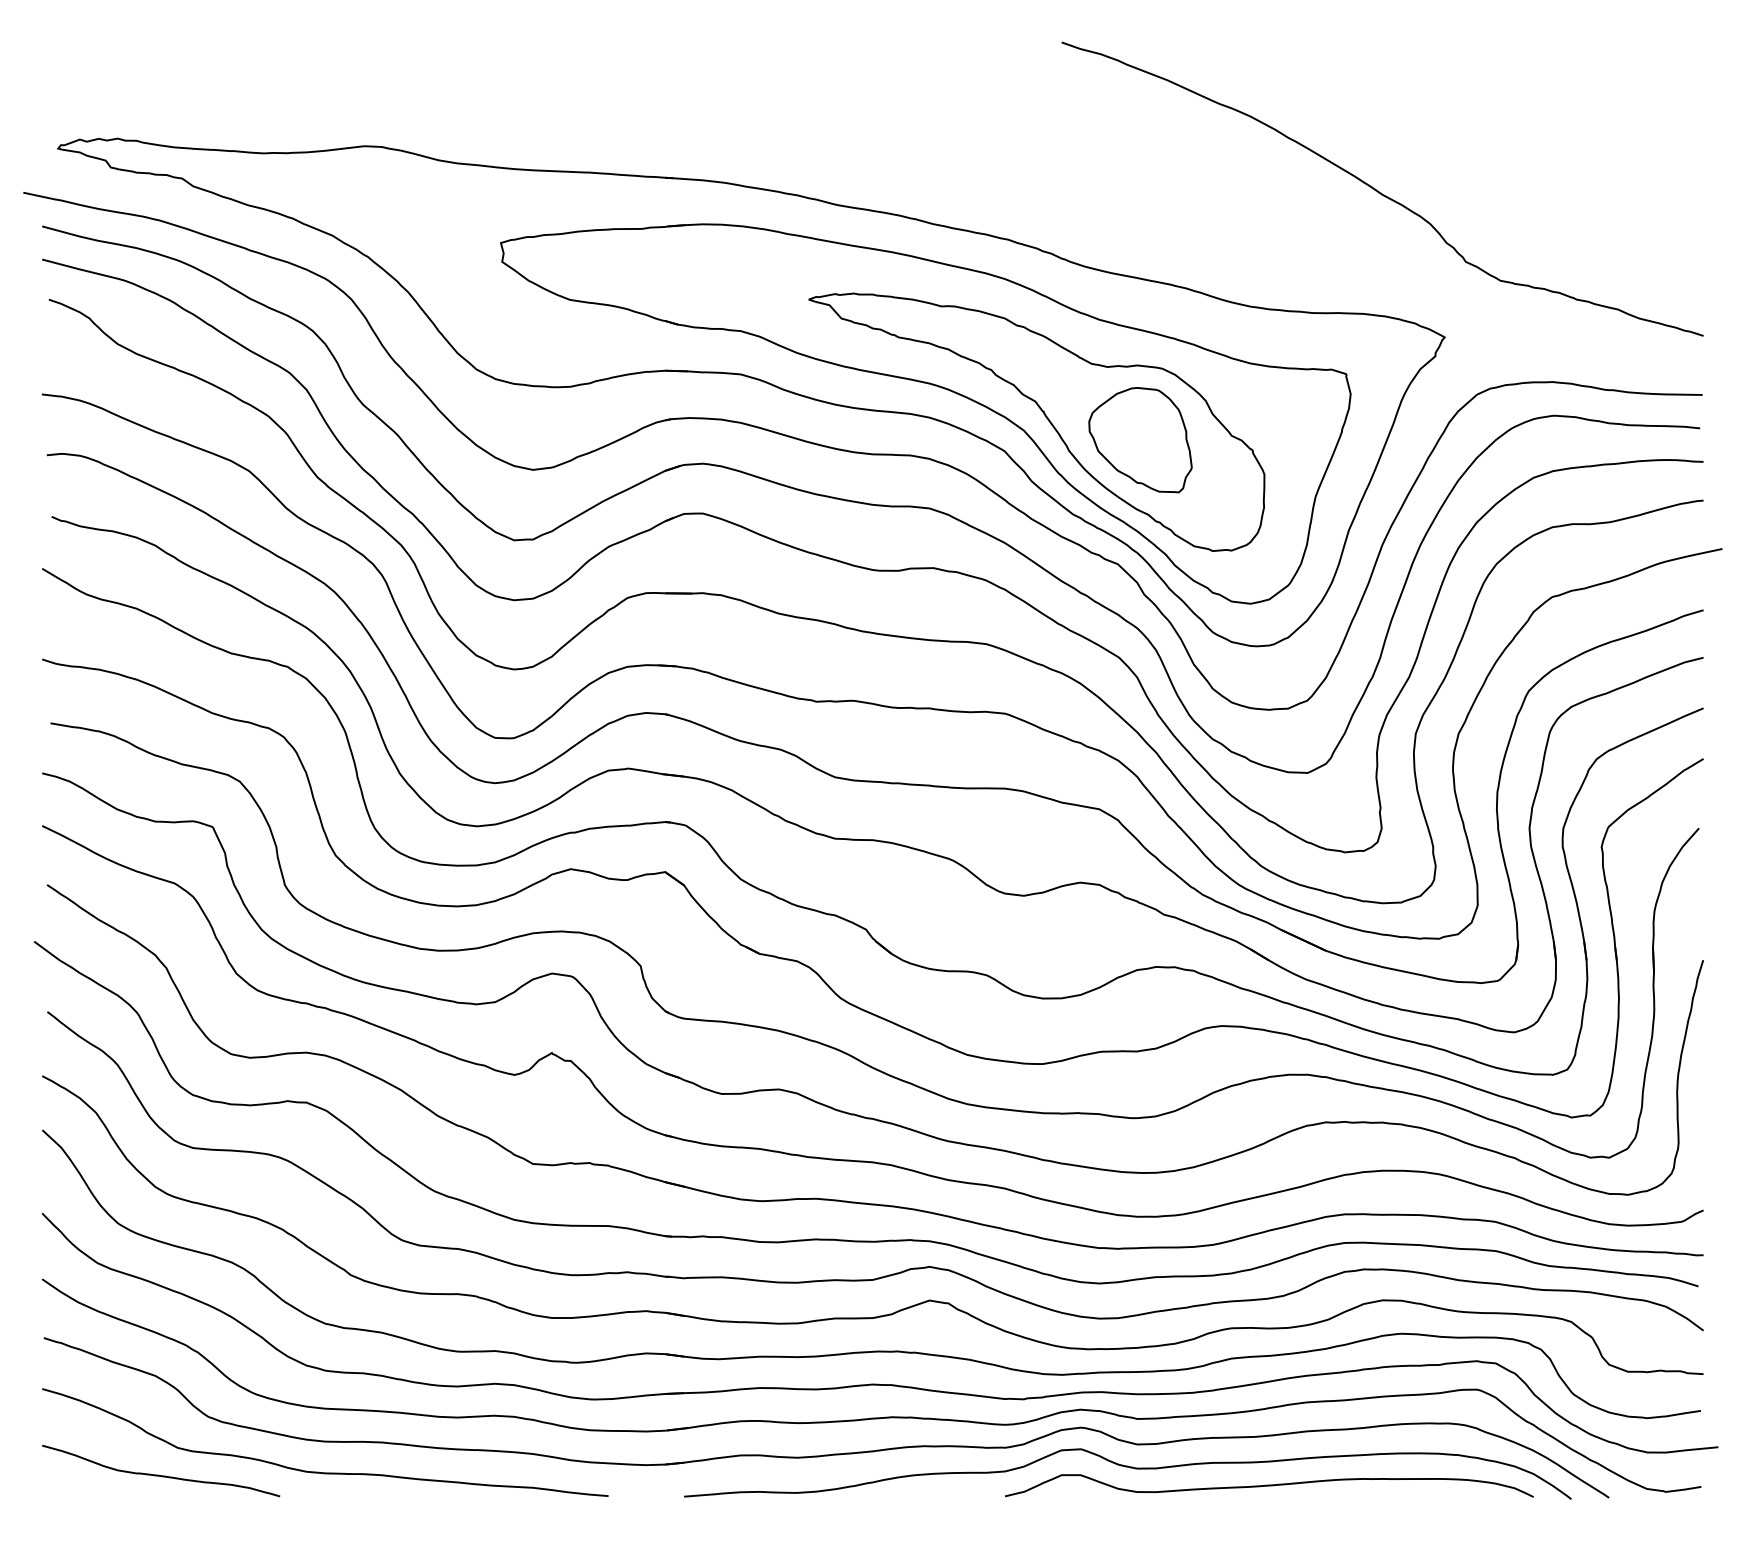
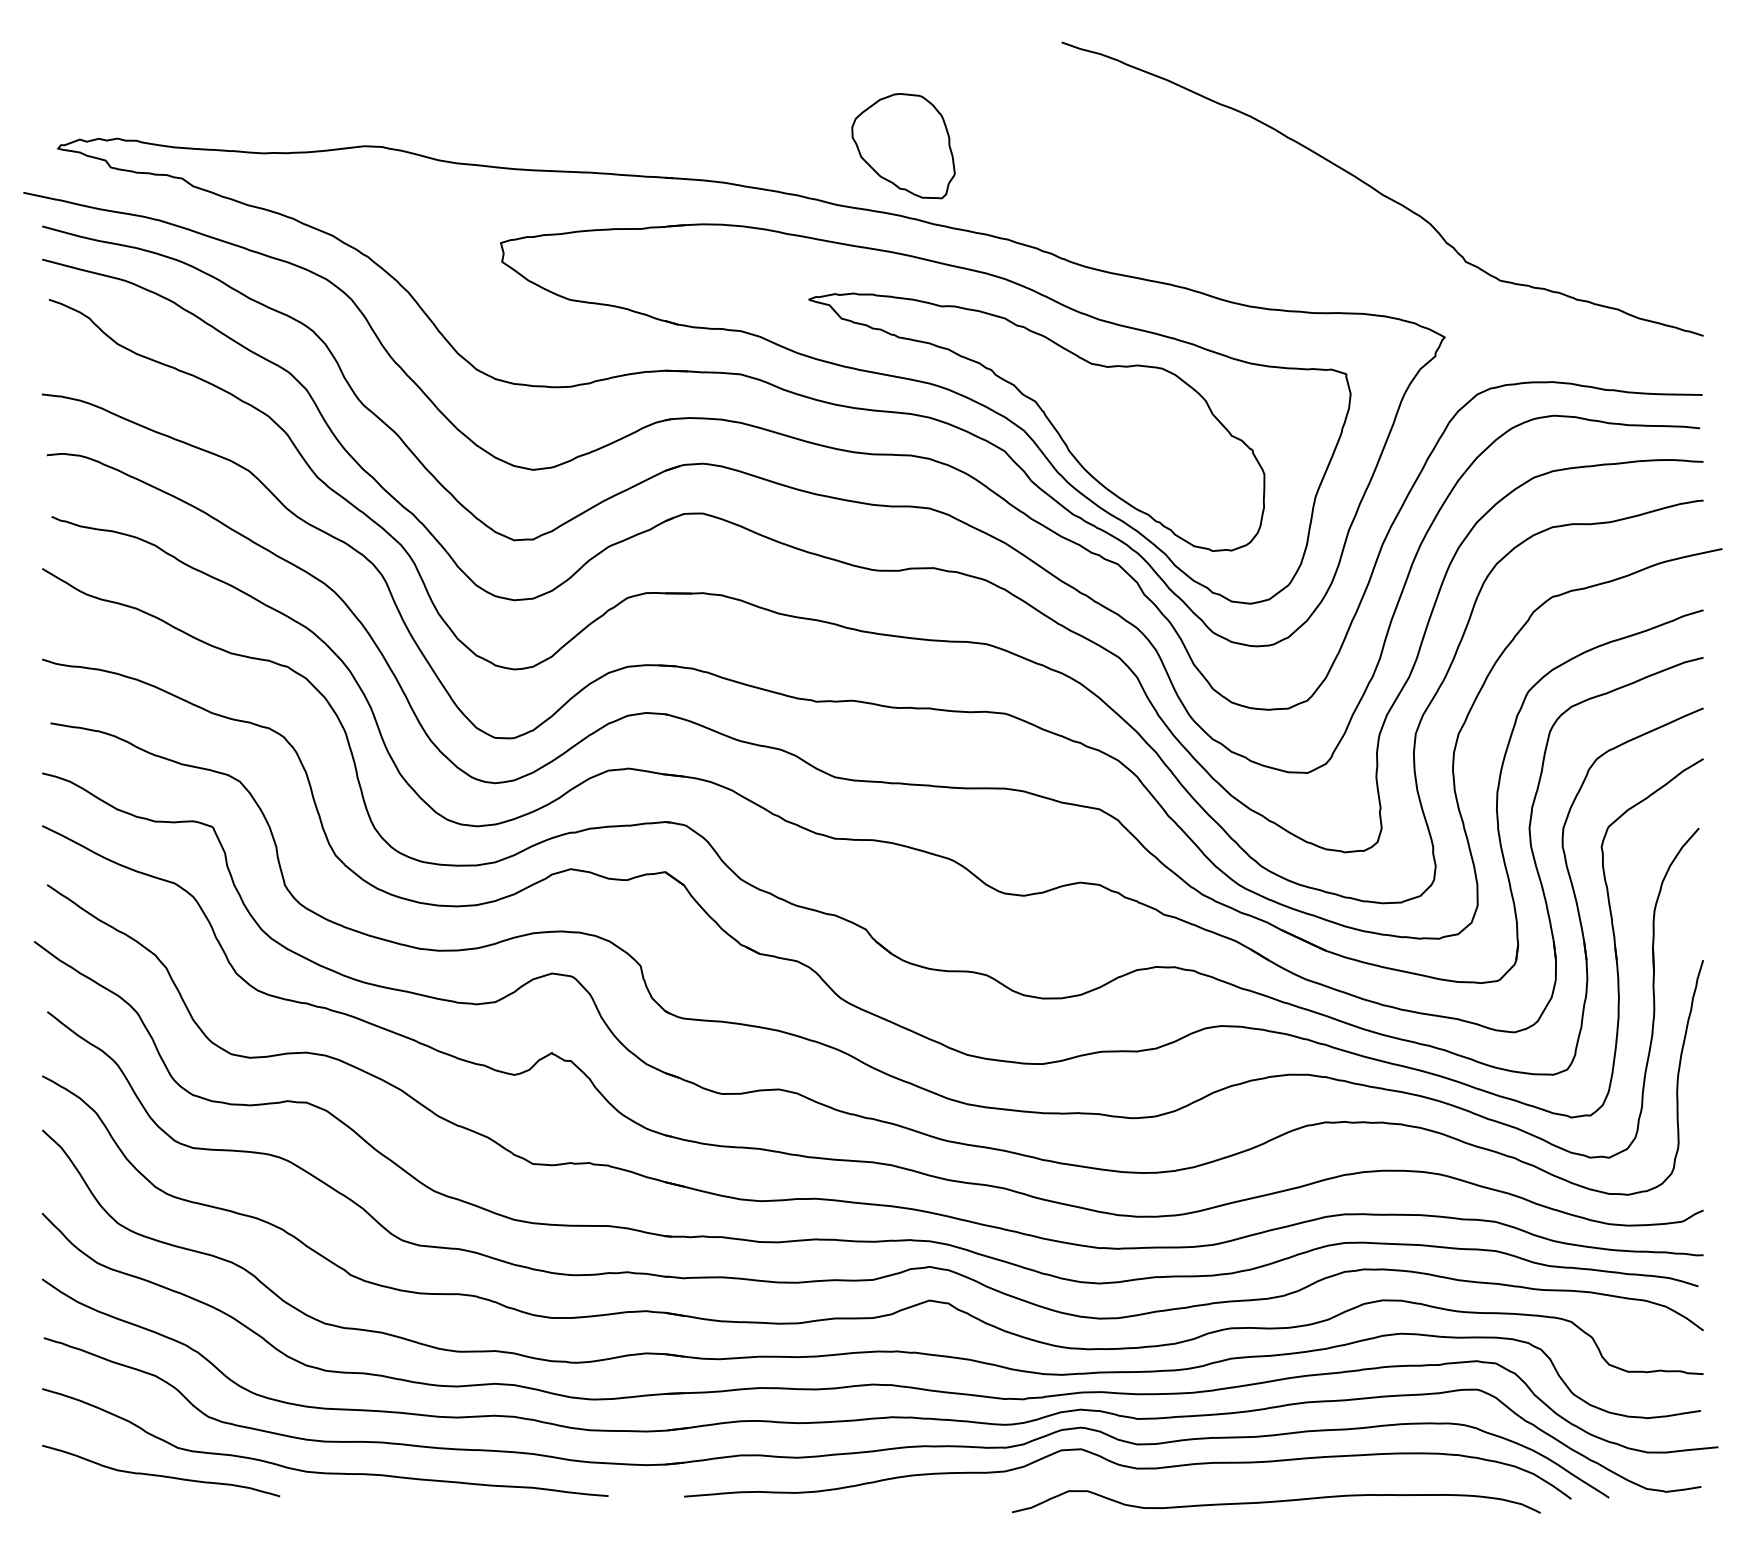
part at (1140, 440) position: (1140, 440) -> (903, 146)
curve at (1269, 1485) position: (1269, 1485) -> (1276, 1501)
